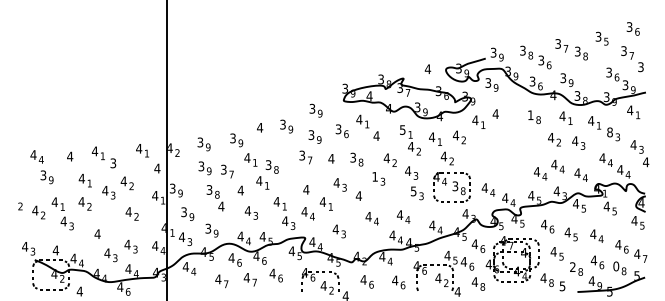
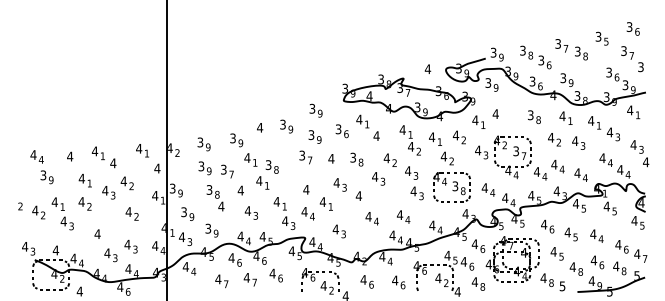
text at (530, 115): 1 -> 3
text at (402, 129): 5 -> 4
text at (609, 132): 8 -> 4
part at (503, 149): none -> present
text at (113, 163): 3 -> 4
text at (375, 176): 1 -> 4
text at (413, 191): 5 -> 4
text at (572, 266): 2 -> 4
text at (616, 266): 0 -> 4
